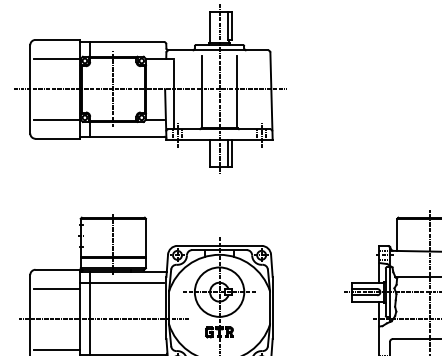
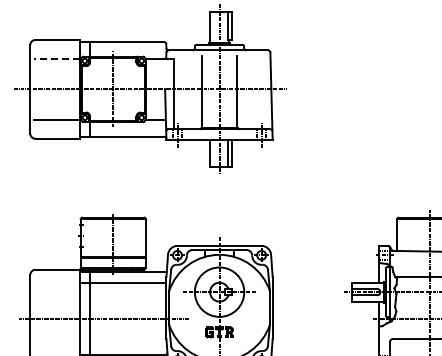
line at (56, 58): solid -> dashed
line at (56, 288): present -> none
line at (56, 349): present -> none
